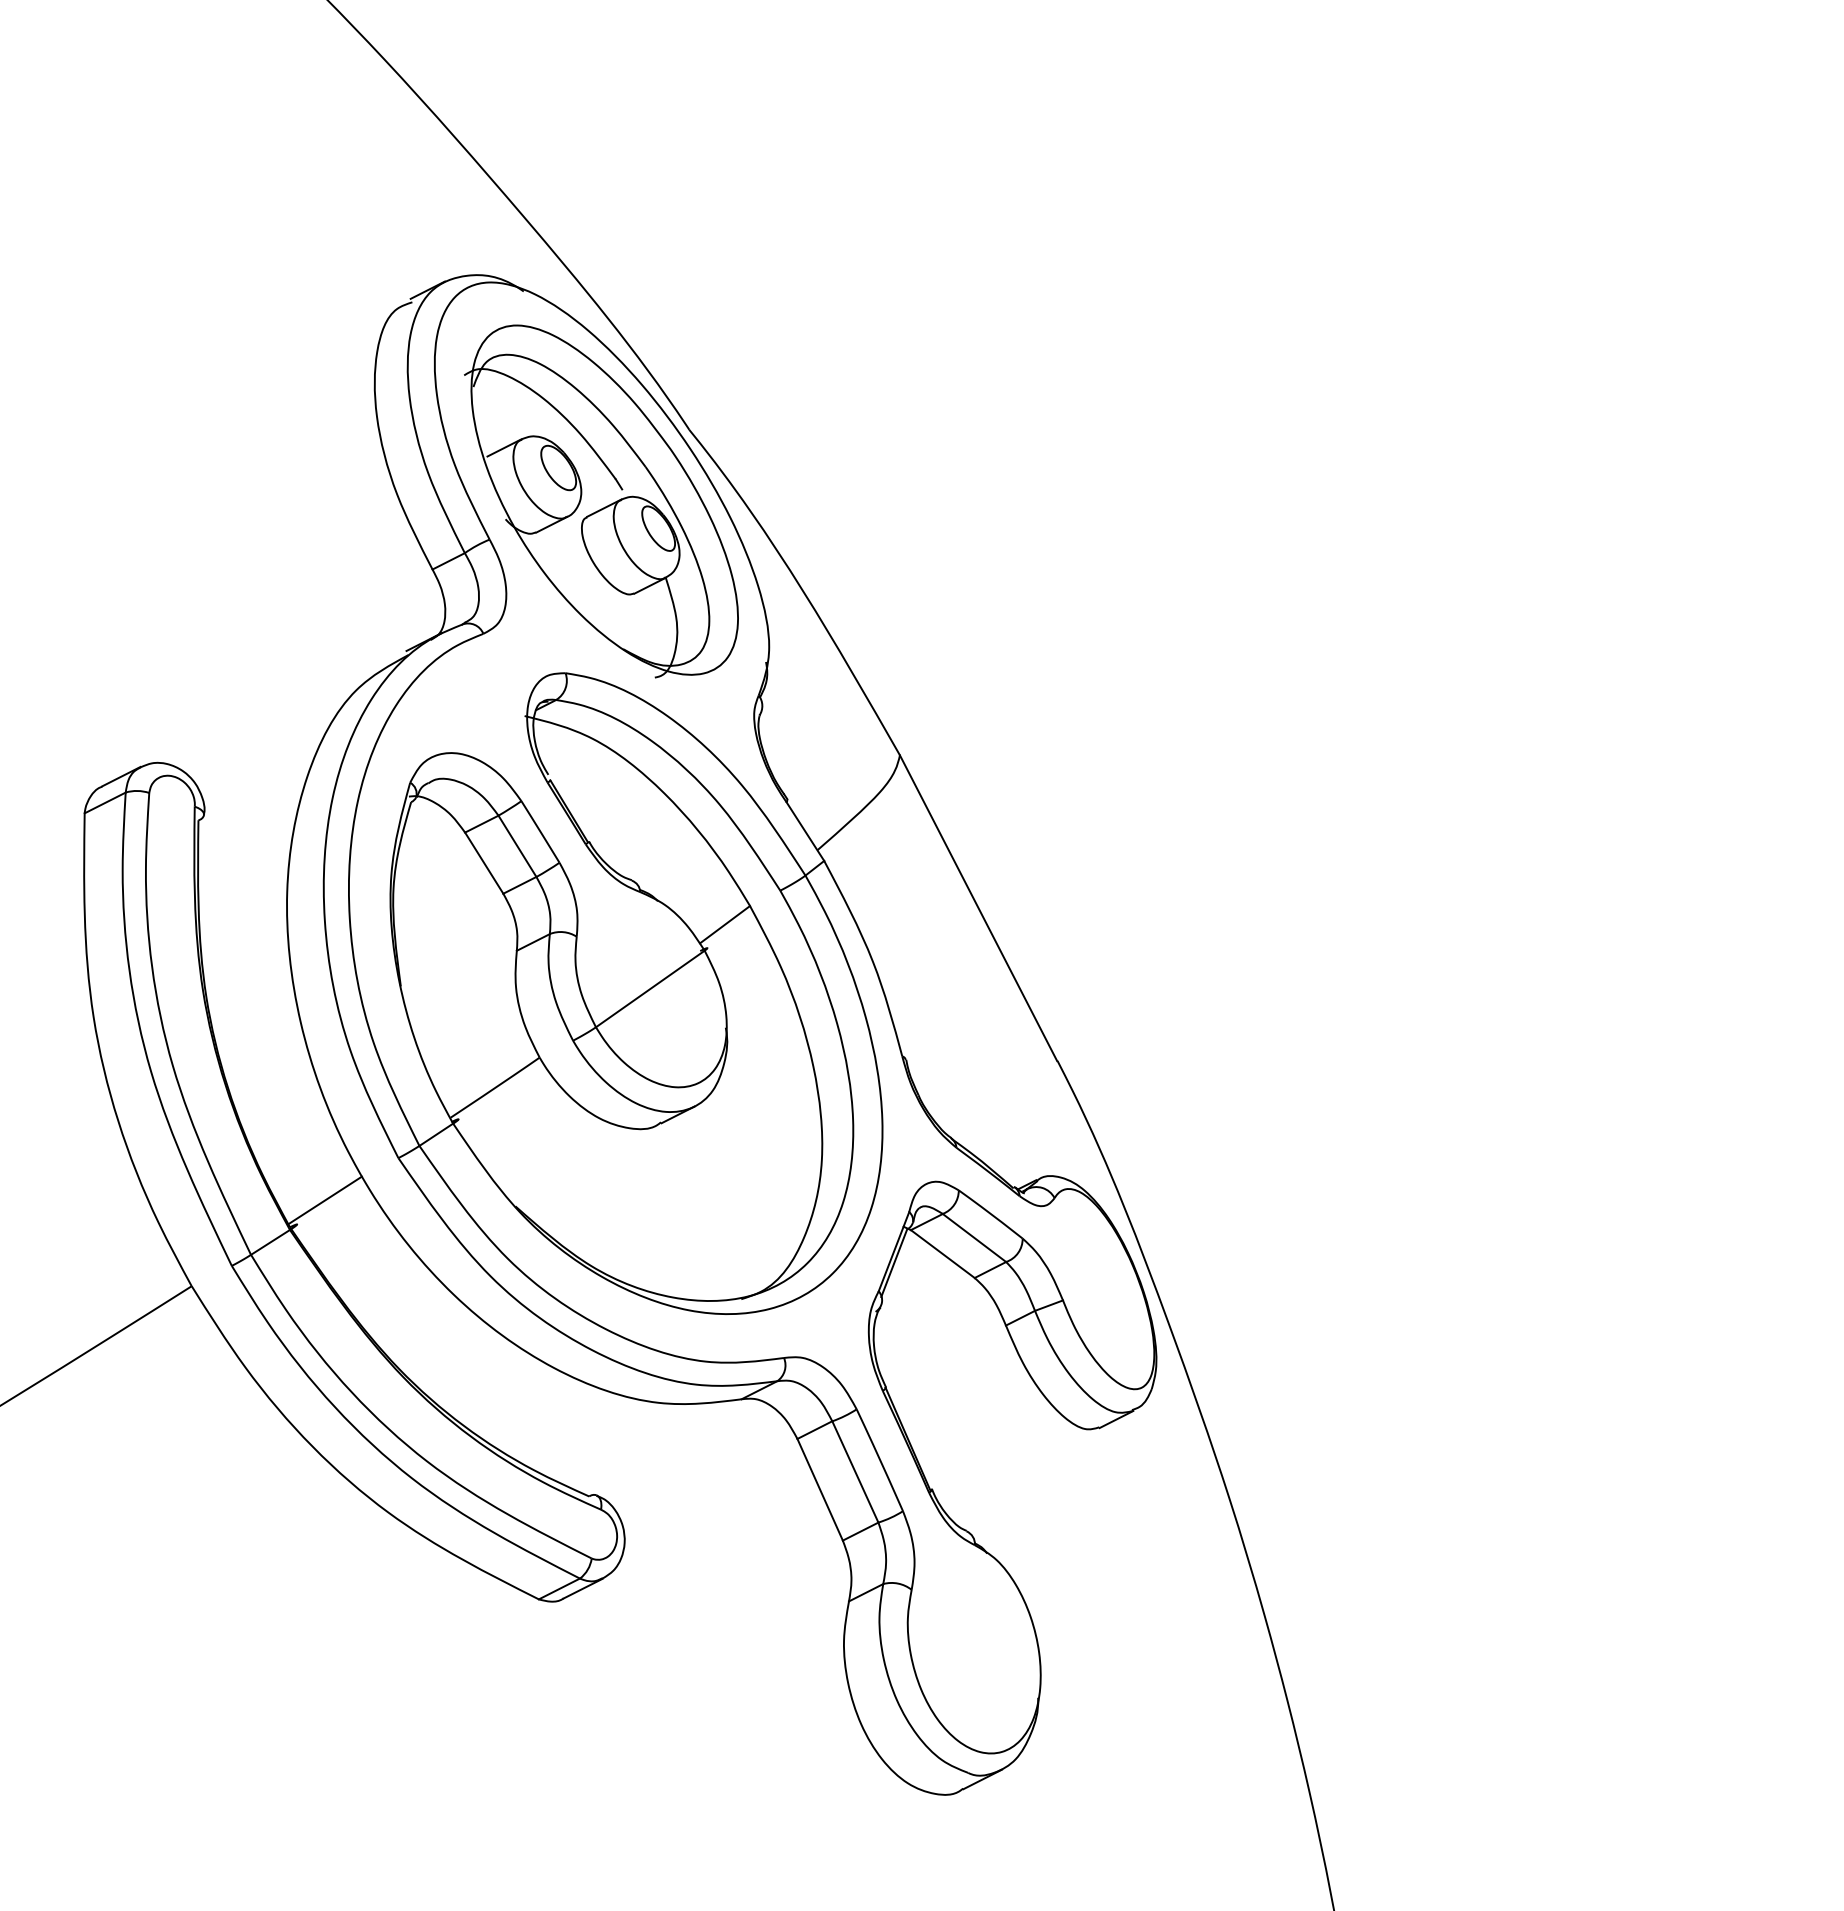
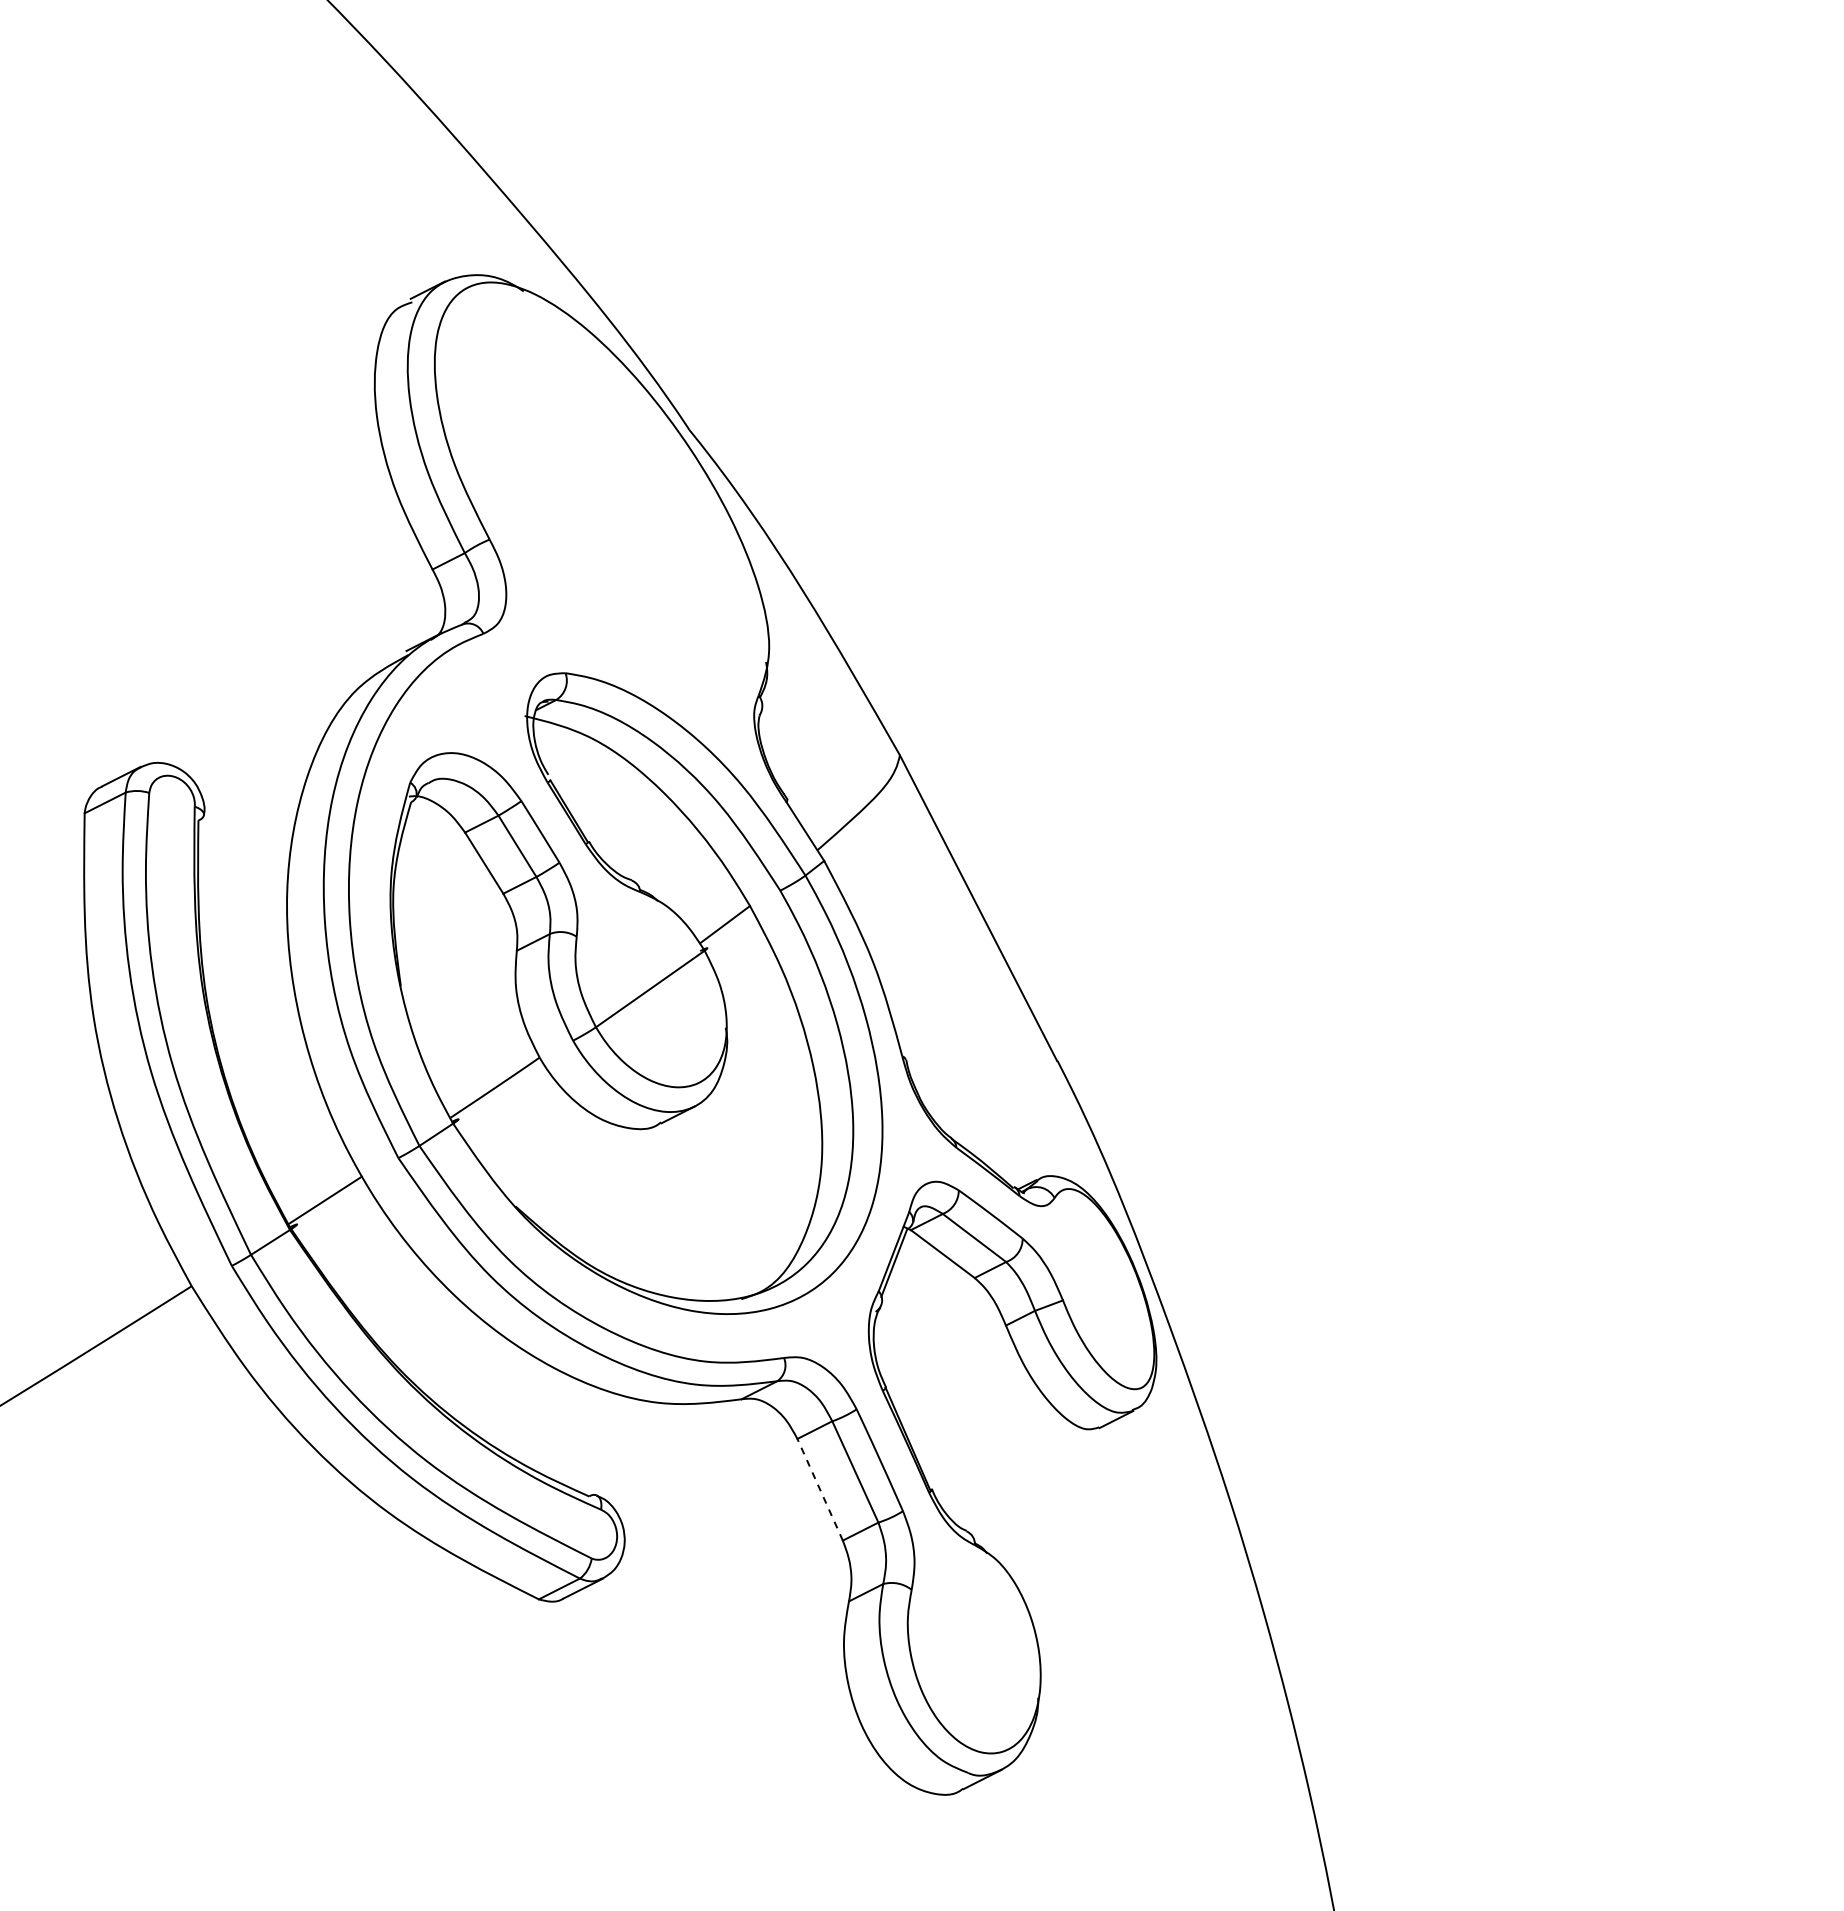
part at (601, 501): present -> none
line at (820, 1489): solid -> dashed
